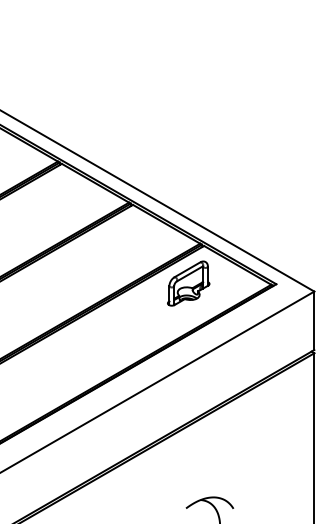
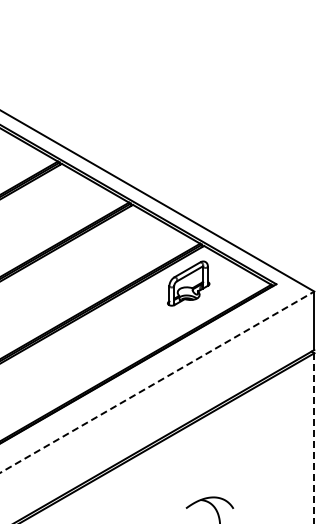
line at (157, 381): solid -> dashed
line at (314, 439): solid -> dashed
